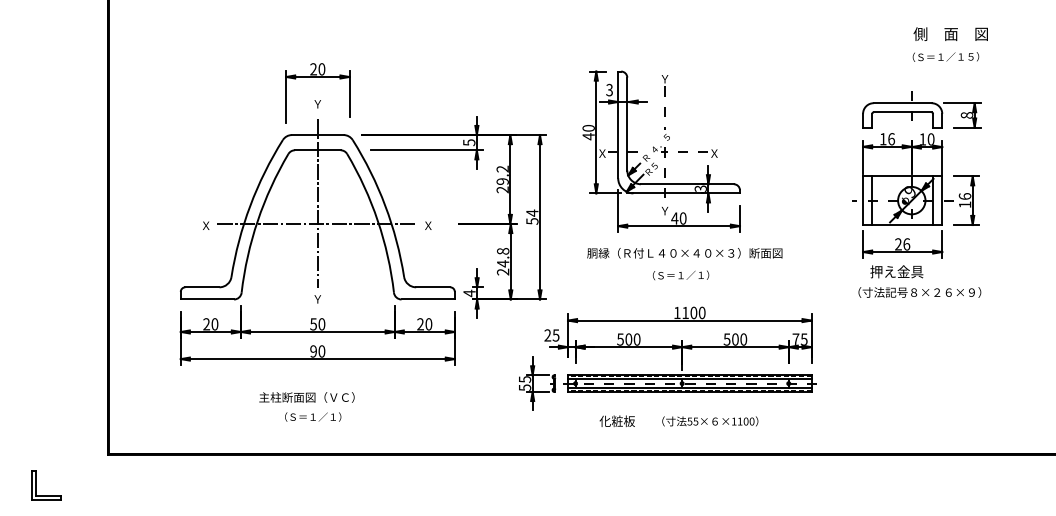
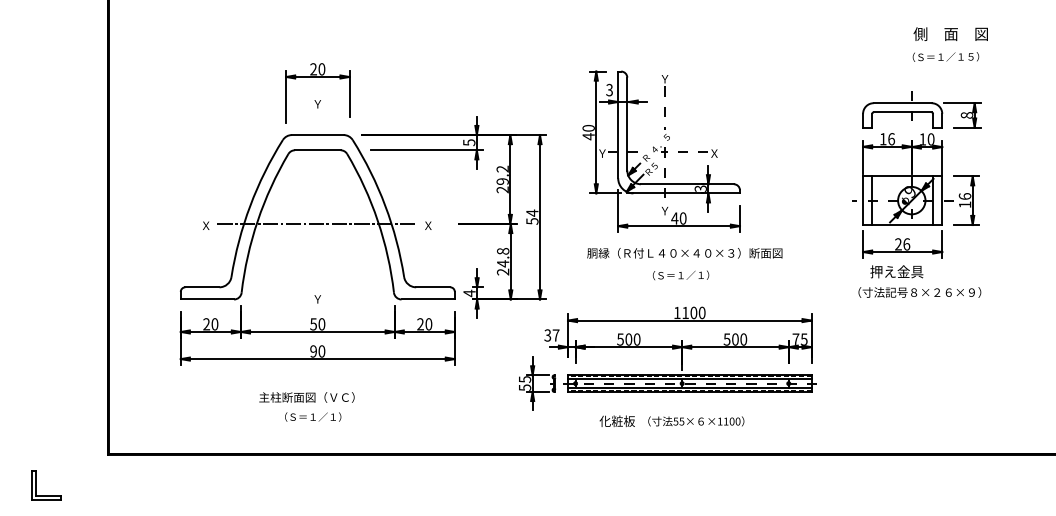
text at (602, 153): Ｘ -> Ｙ
line at (317, 203): present -> none
text at (551, 335): 25 -> 37
text at (710, 421) position: (710, 421) -> (696, 421)
